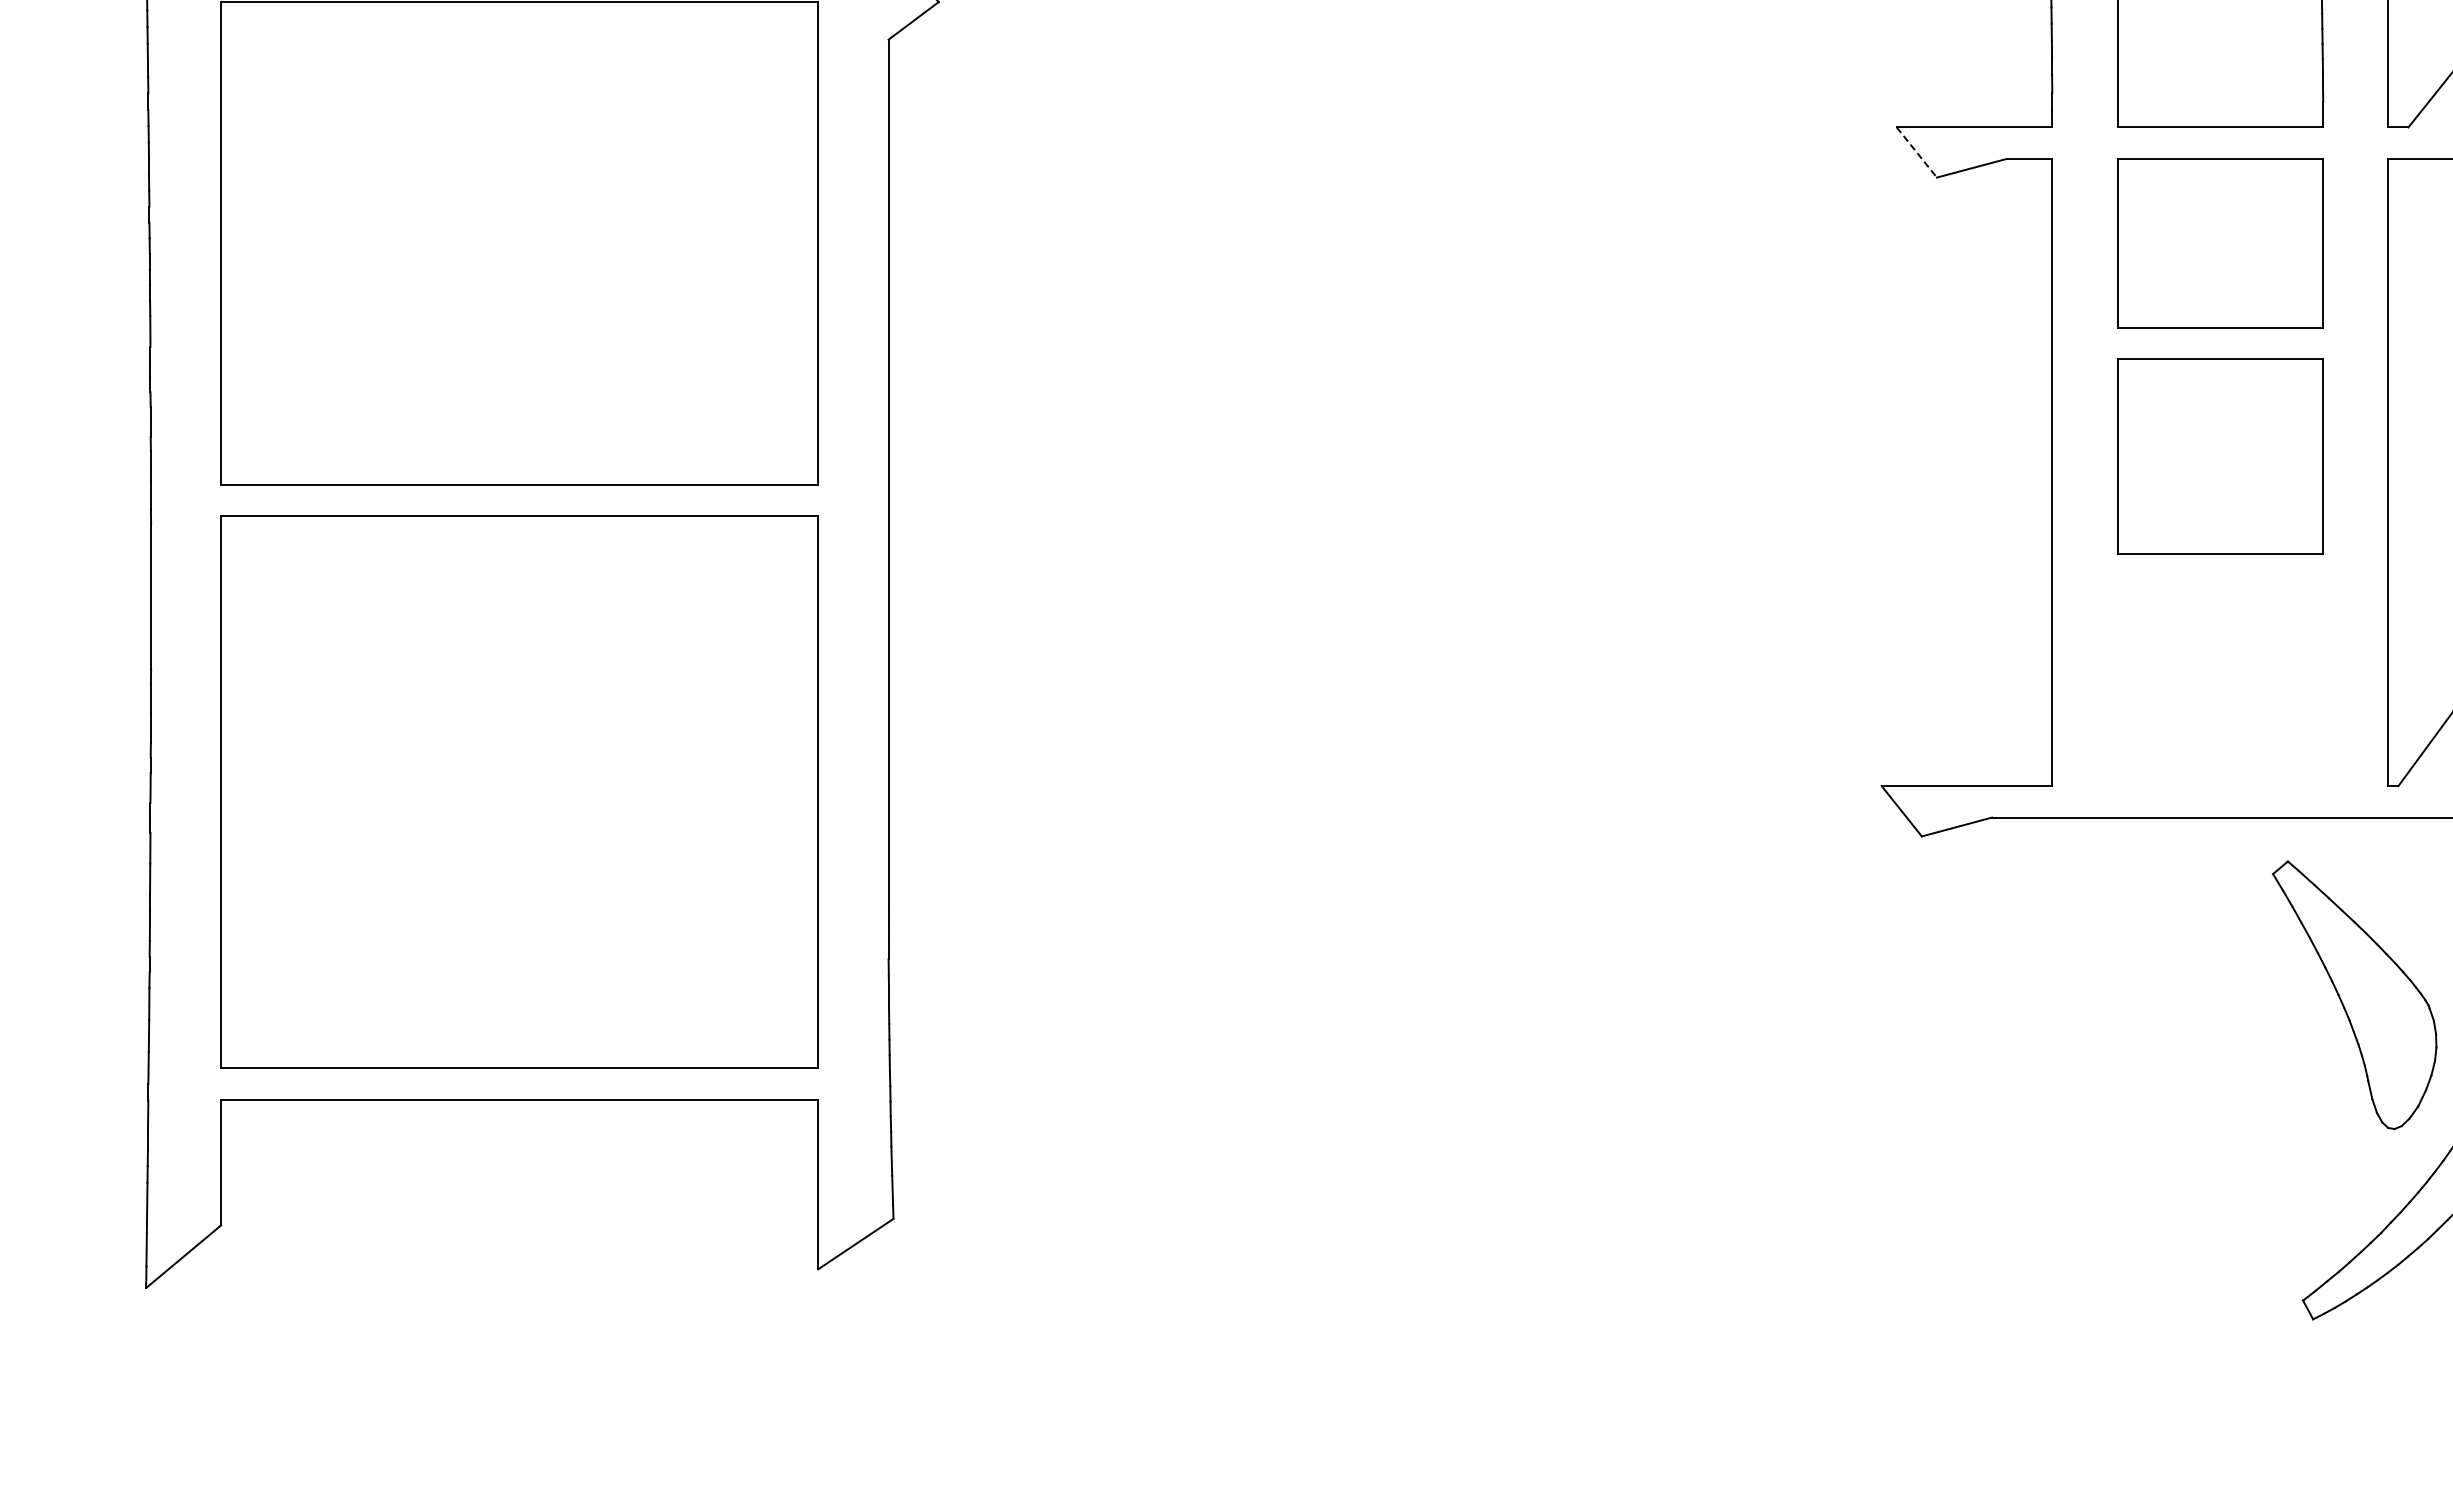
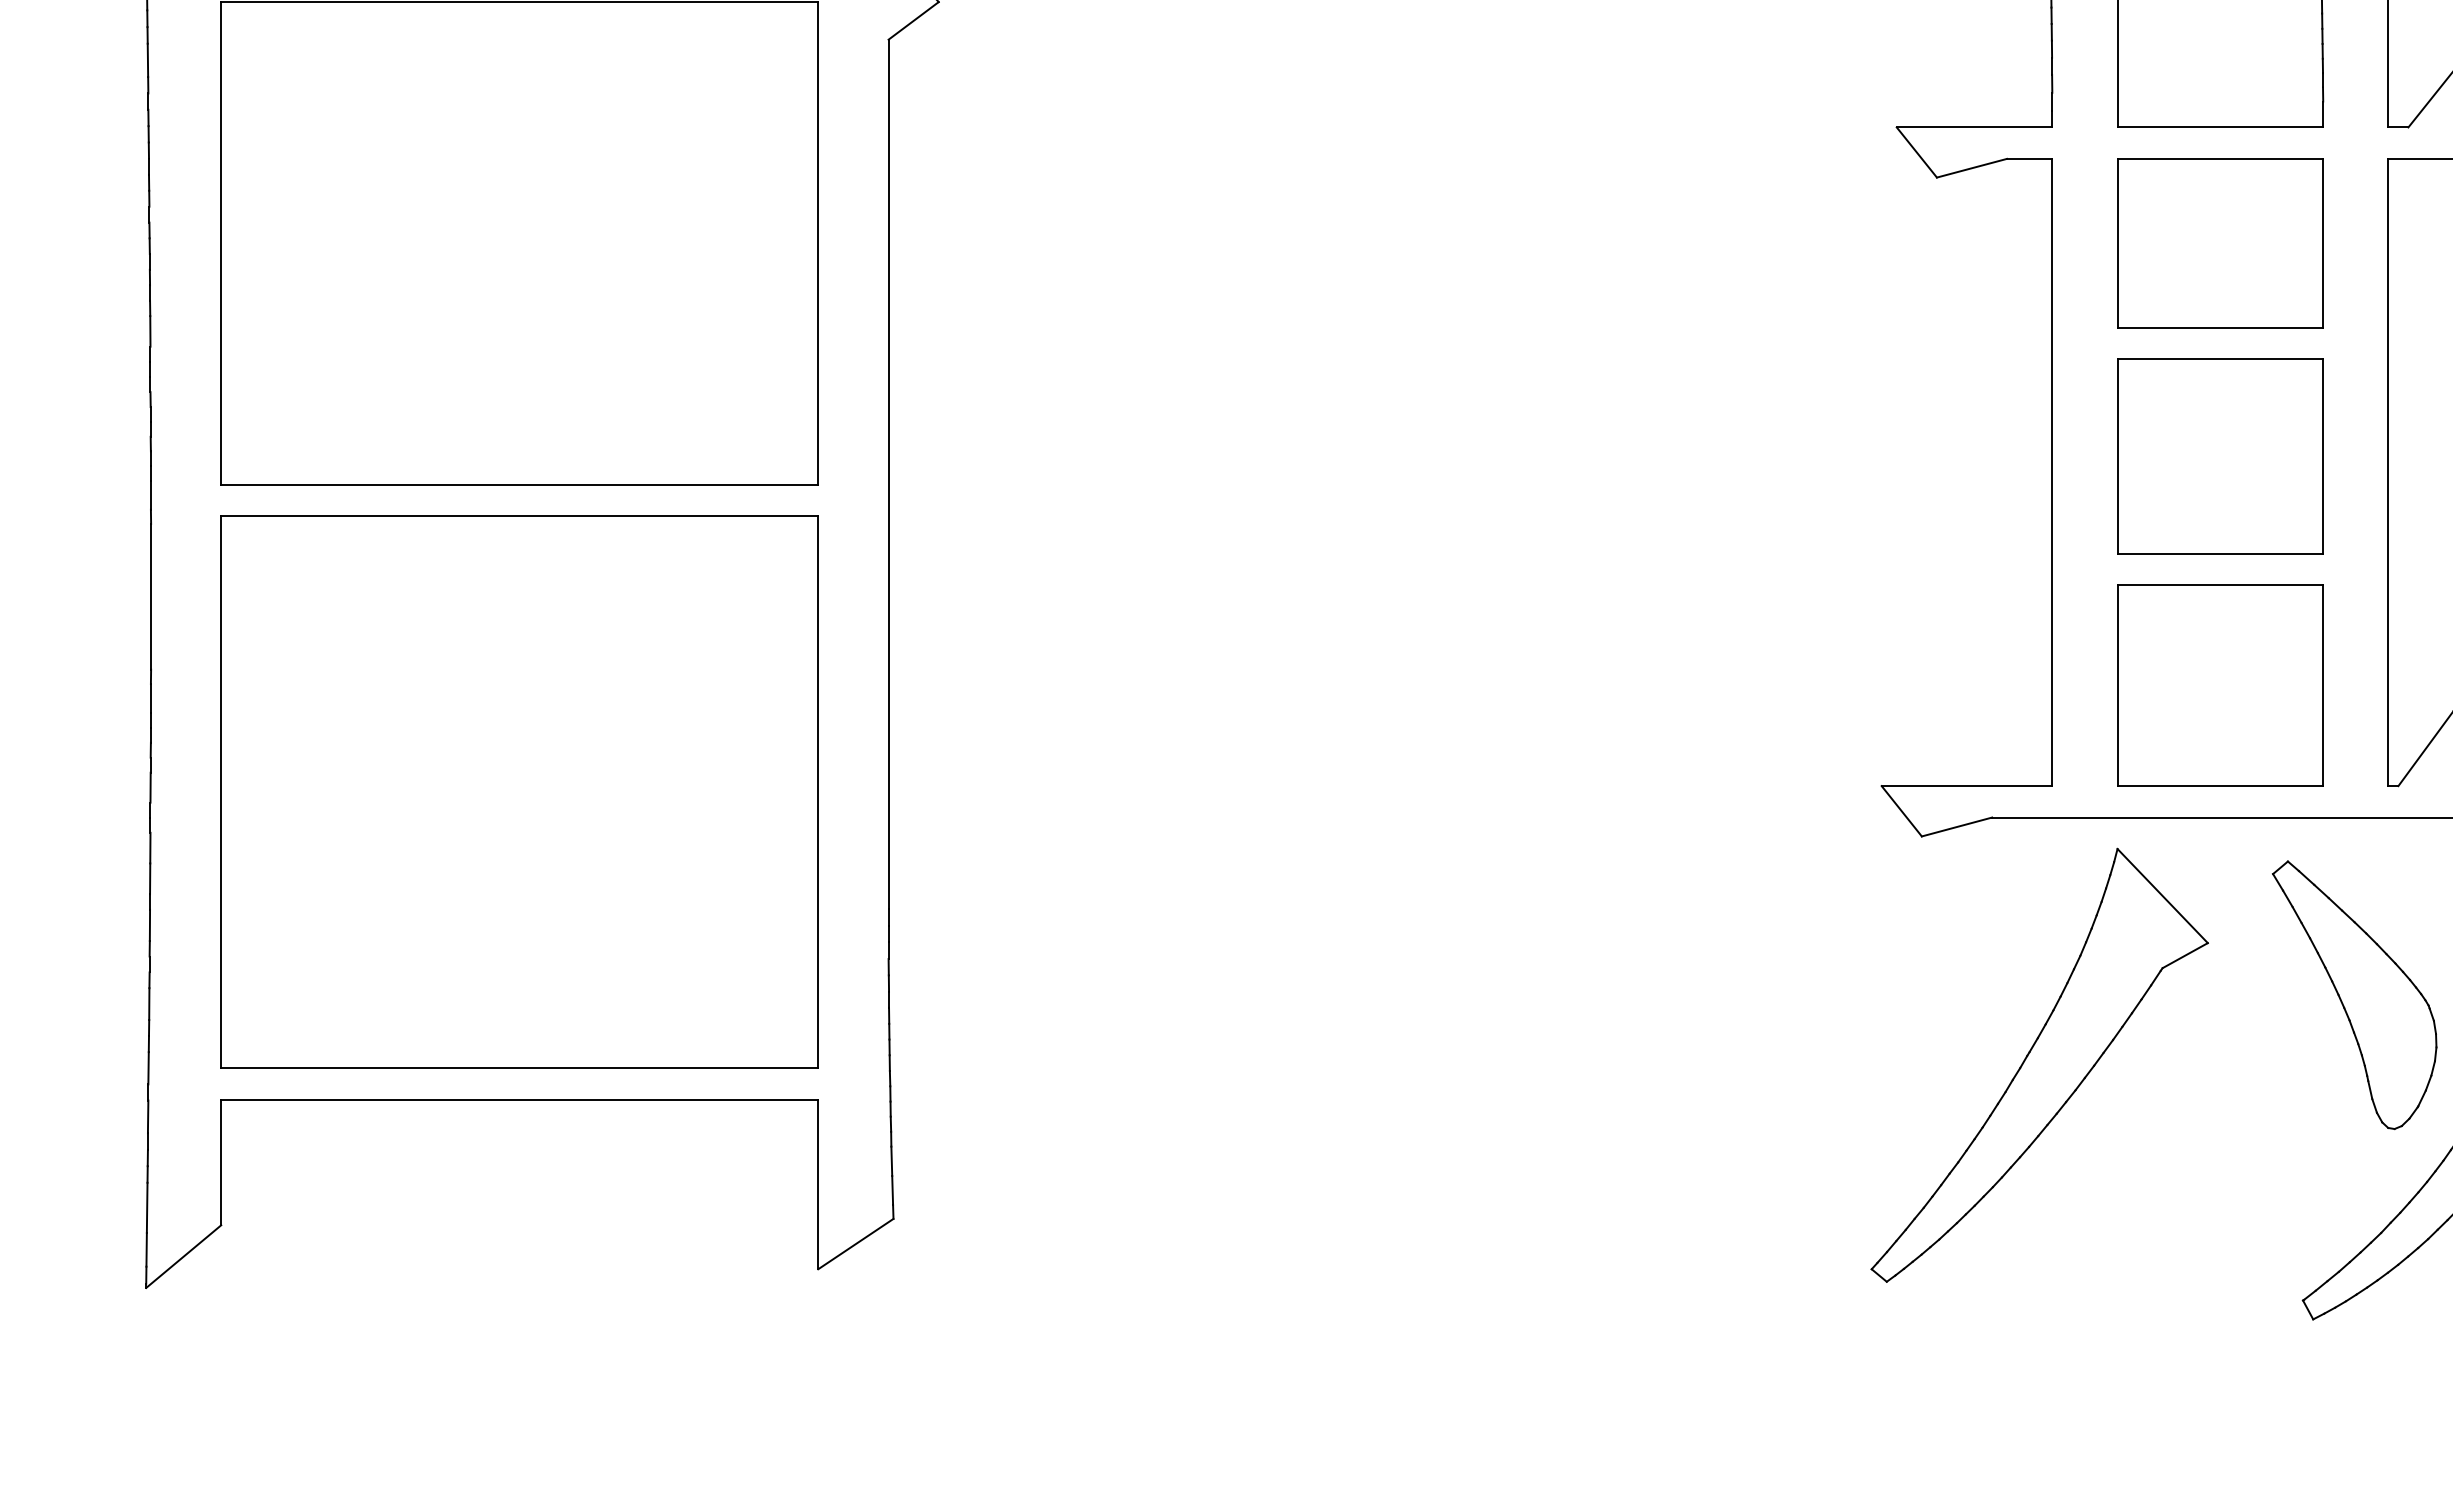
line at (1917, 152): dashed -> solid
part at (2220, 685): none -> present
part at (2039, 1064): none -> present
